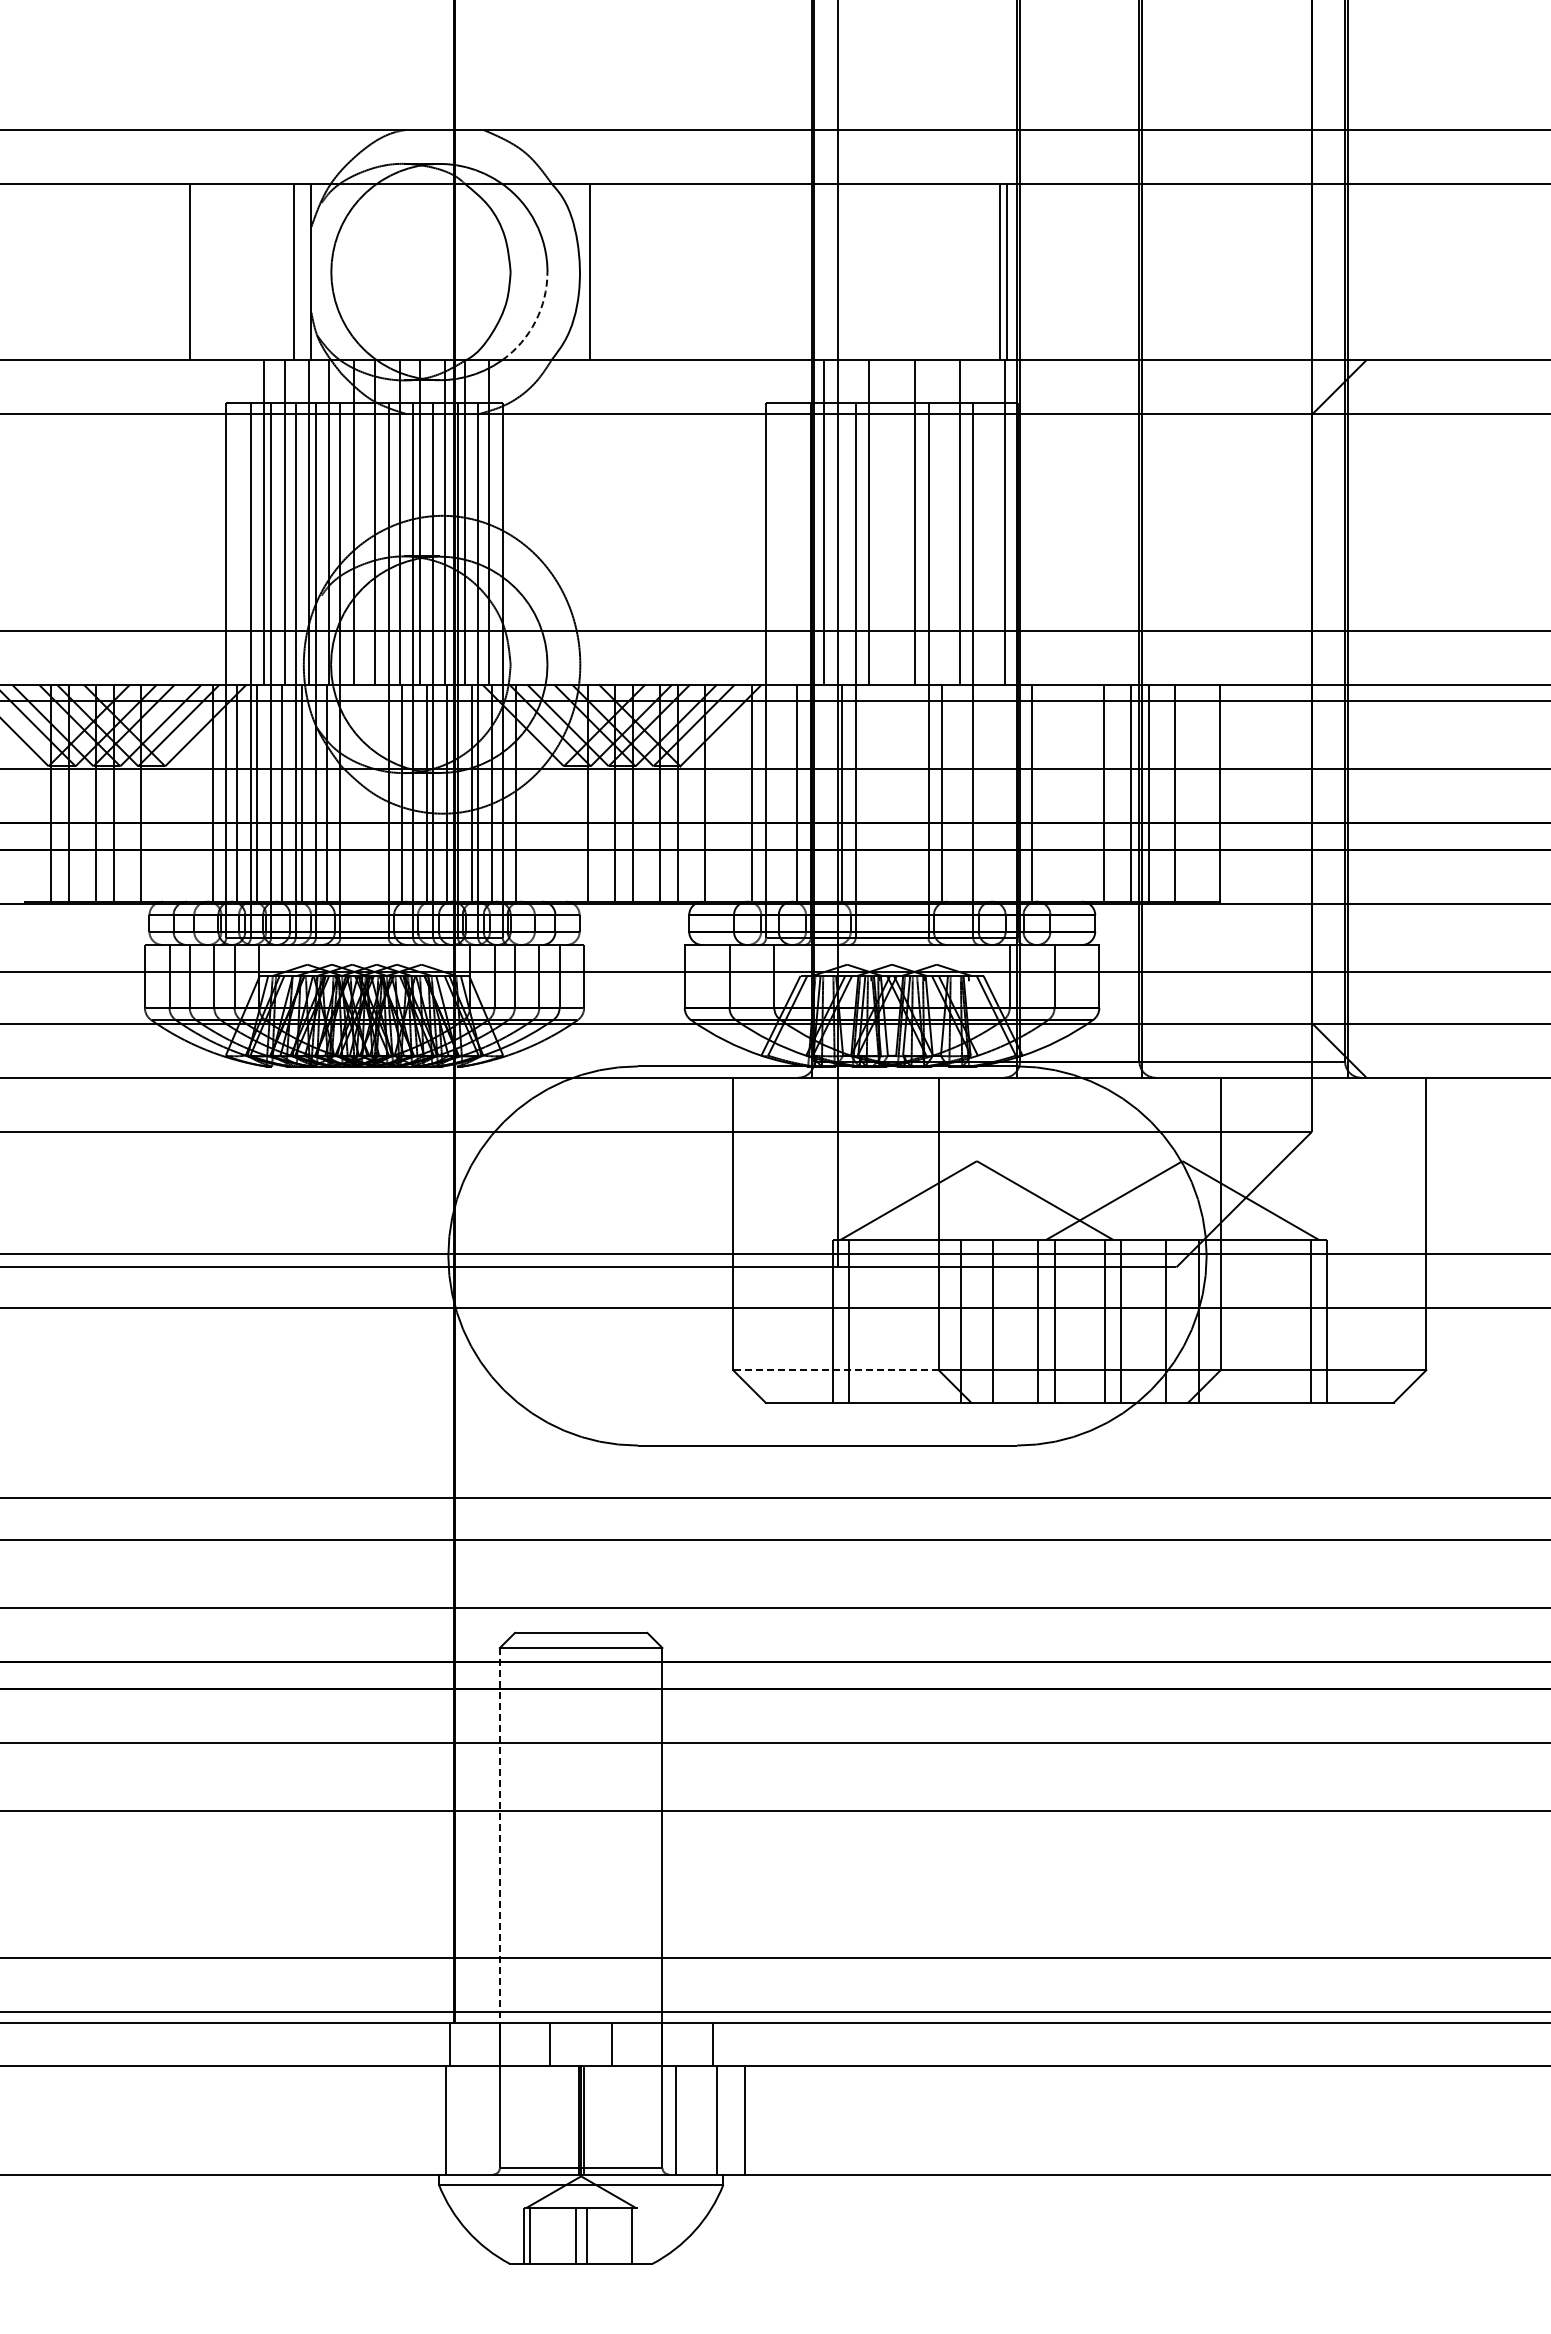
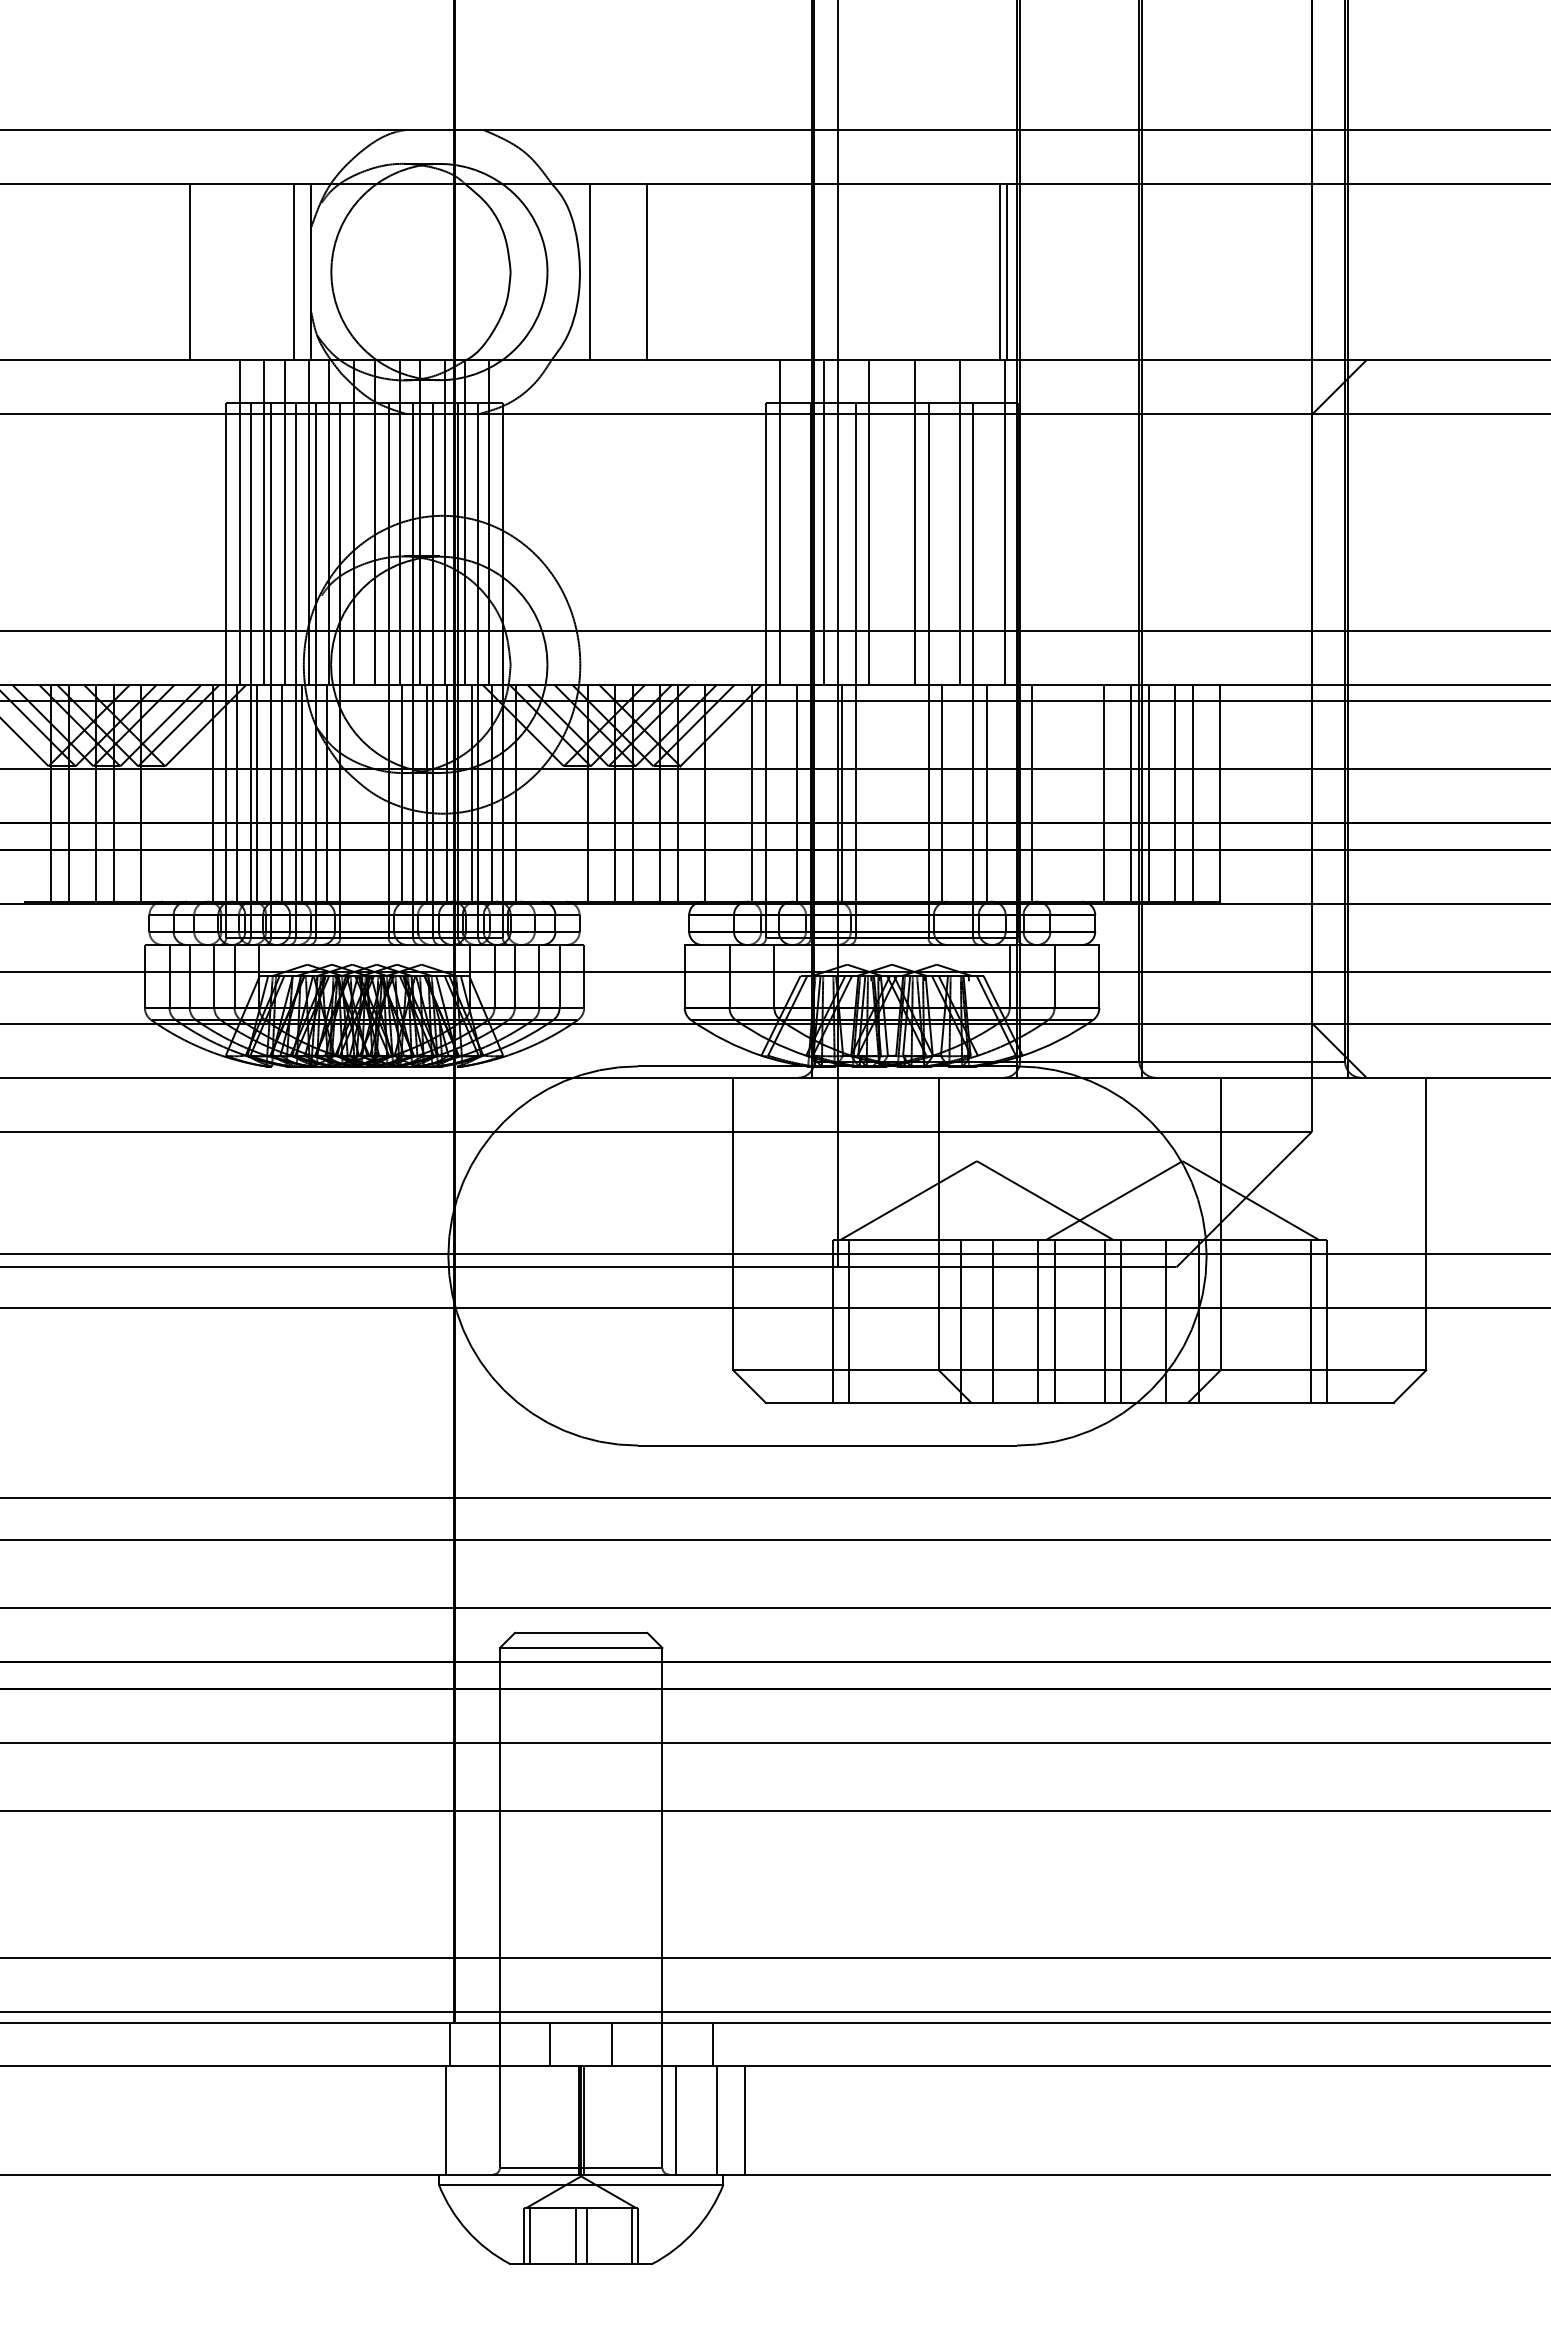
line at (647, 272): none -> present
arc at (535, 321): dashed -> solid
line at (239, 522): none -> present
line at (779, 522): none -> present
line at (986, 793): none -> present
line at (1193, 793): none -> present
line at (836, 1370): dashed -> solid
line at (499, 1835): dashed -> solid
line at (637, 2235): none -> present
